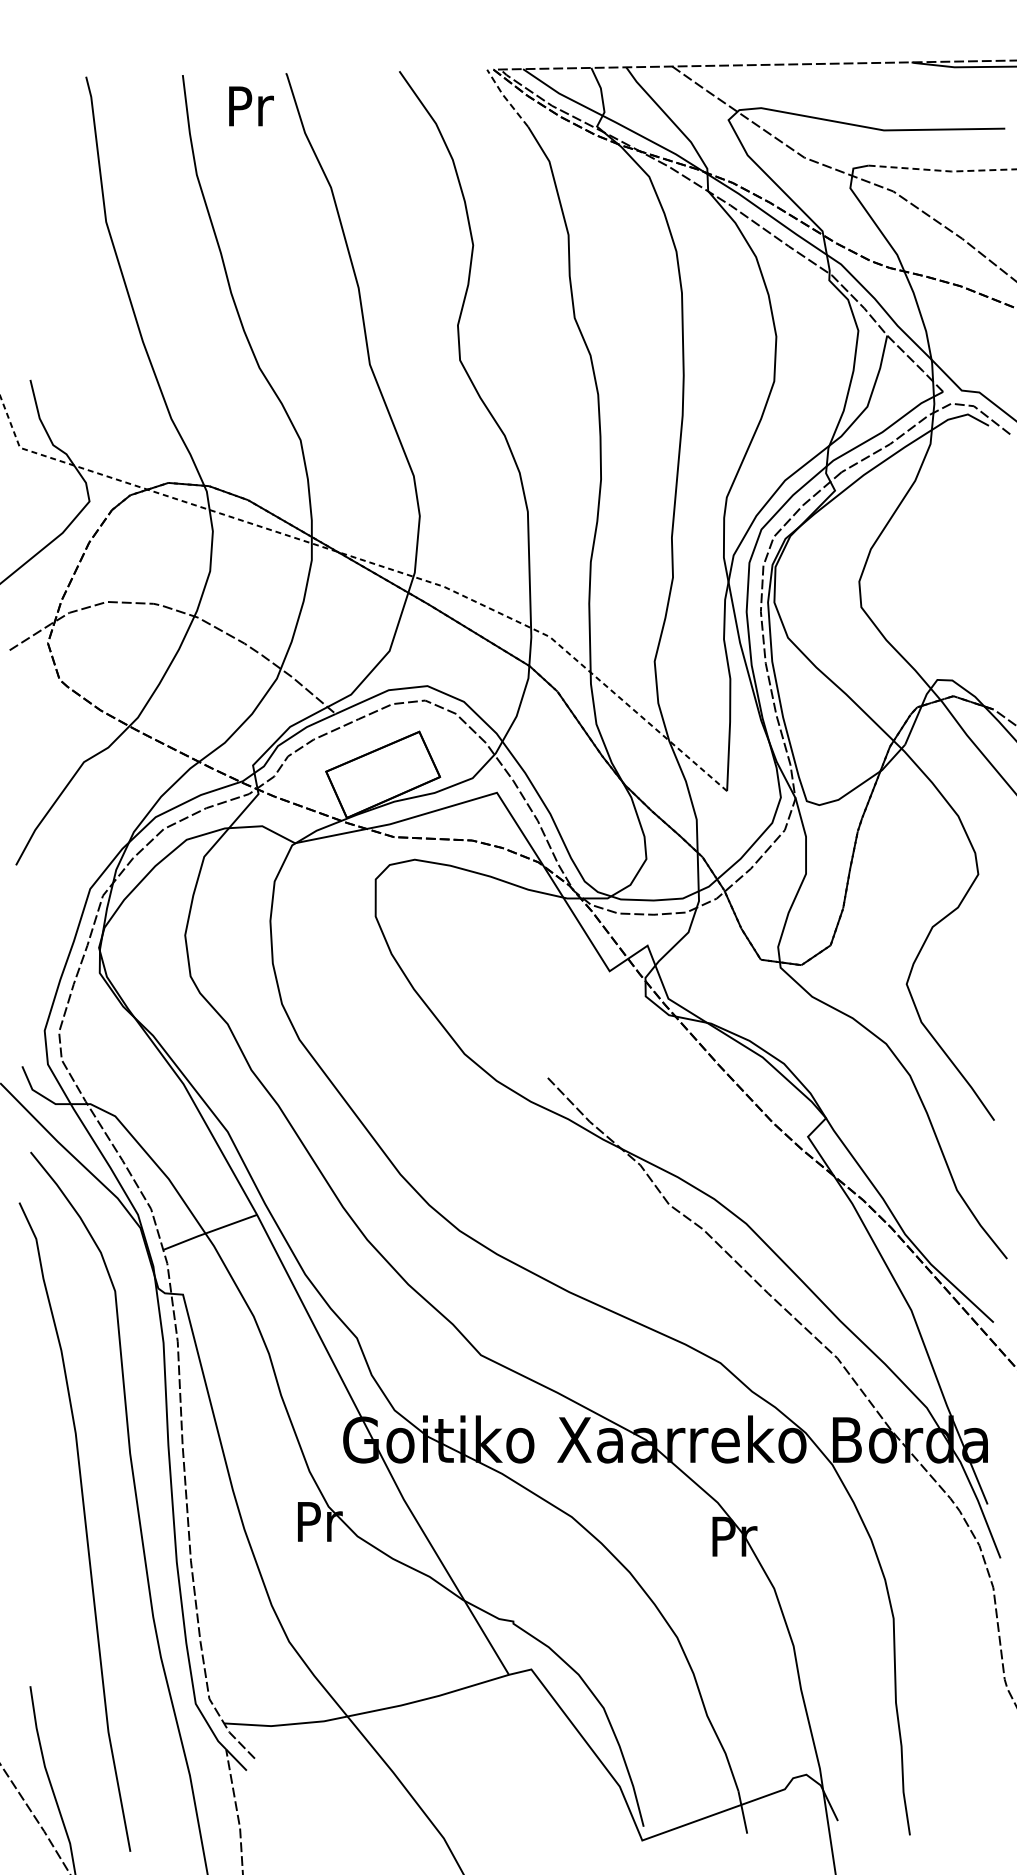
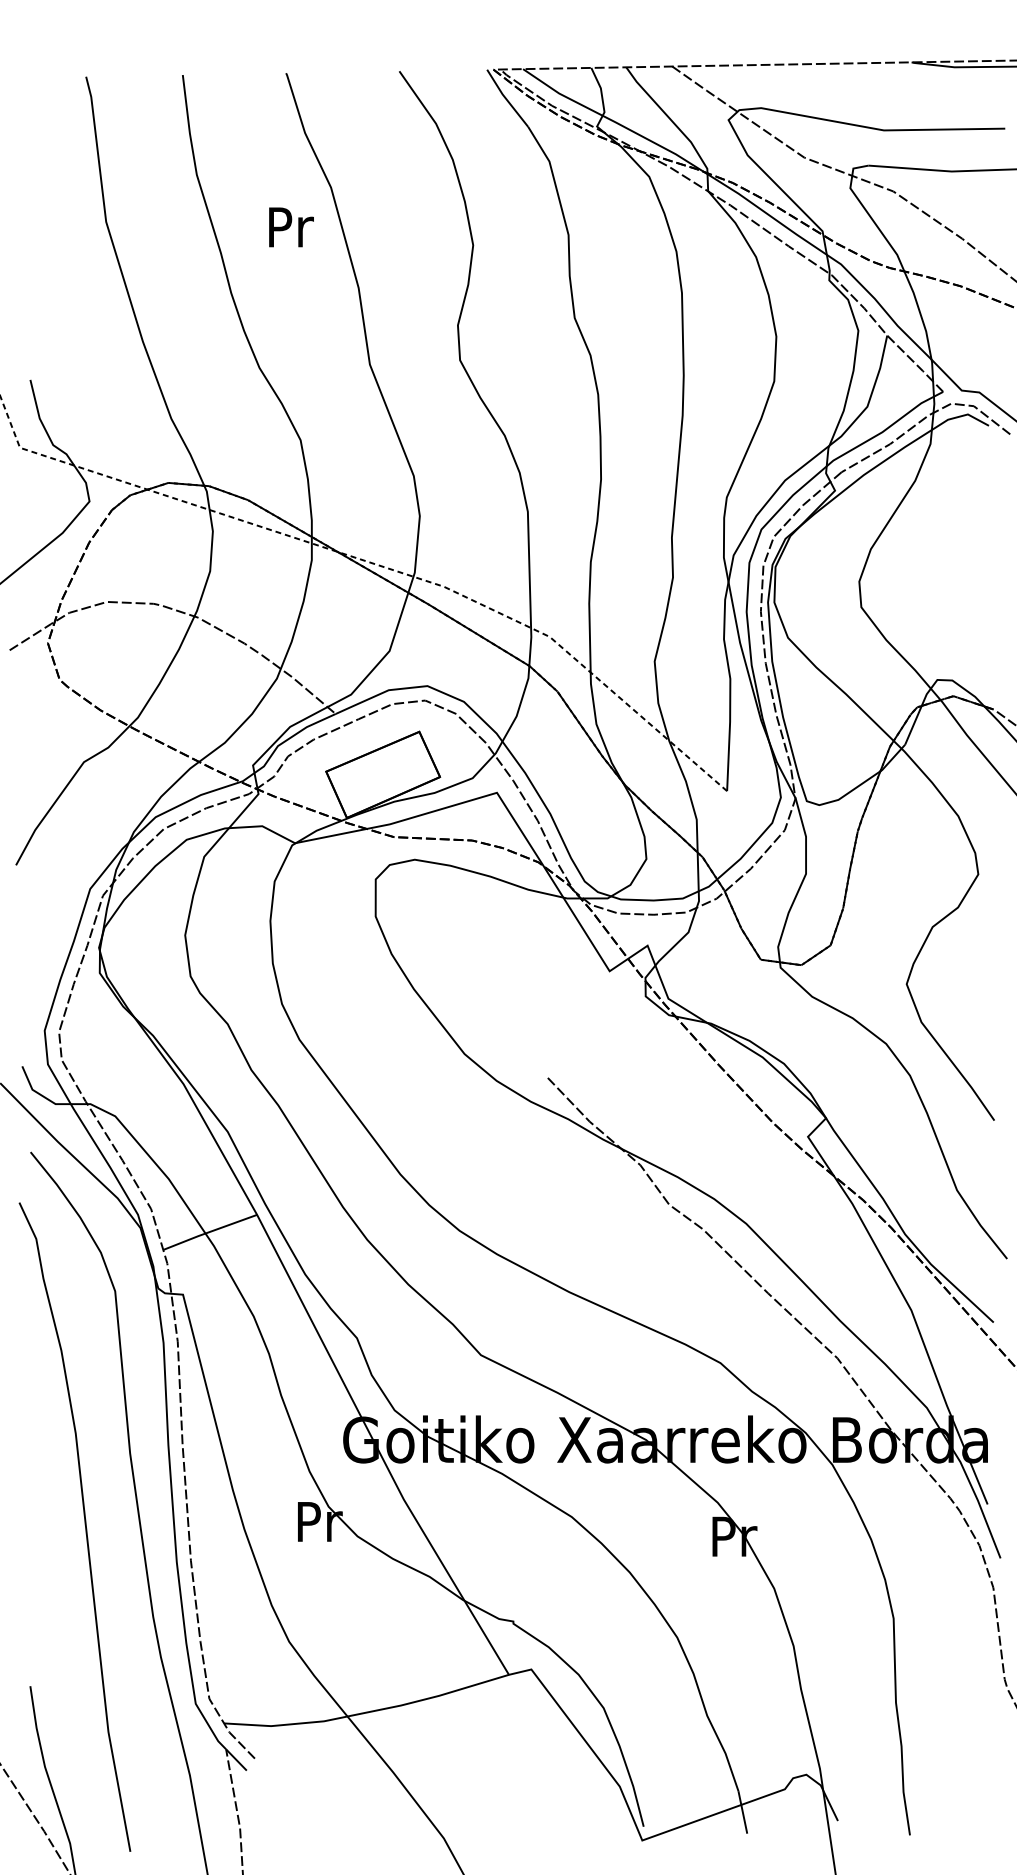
line at (505, 98): dashed -> solid
text at (251, 106) position: (251, 106) -> (291, 227)
line at (942, 170): dashed -> solid
